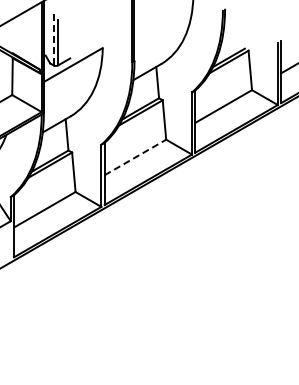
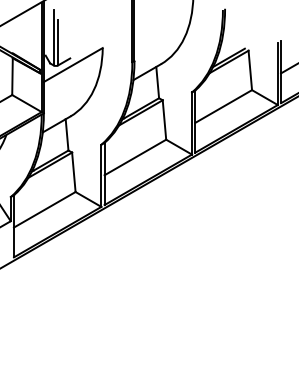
line at (53, 37): dashed -> solid
line at (135, 157): dashed -> solid
